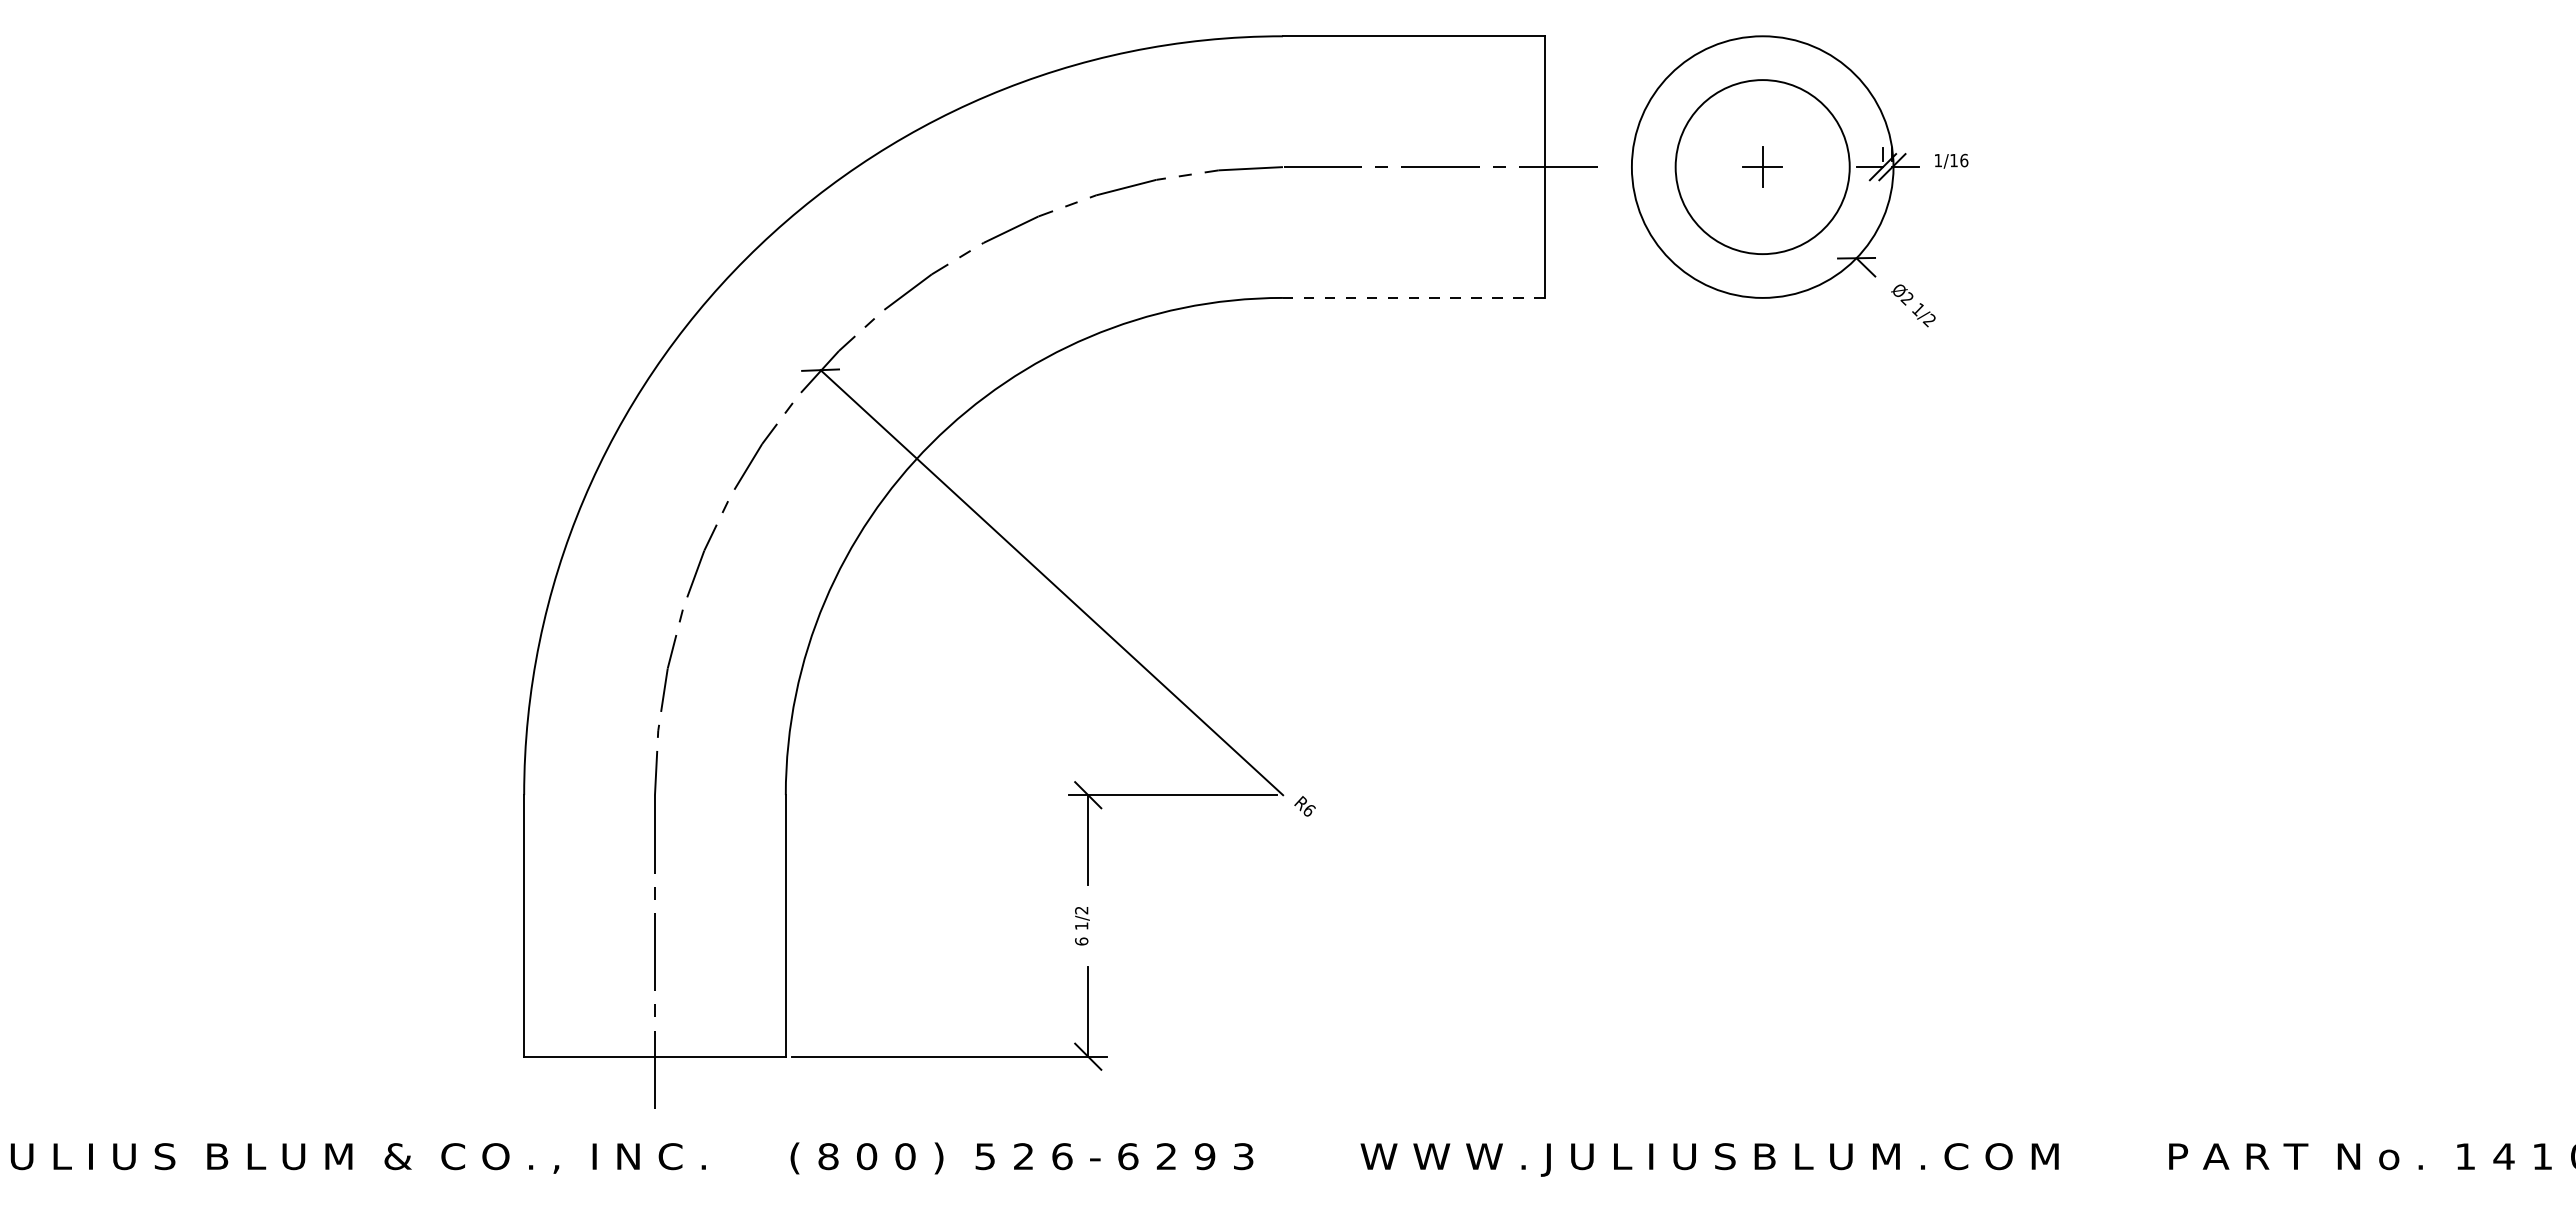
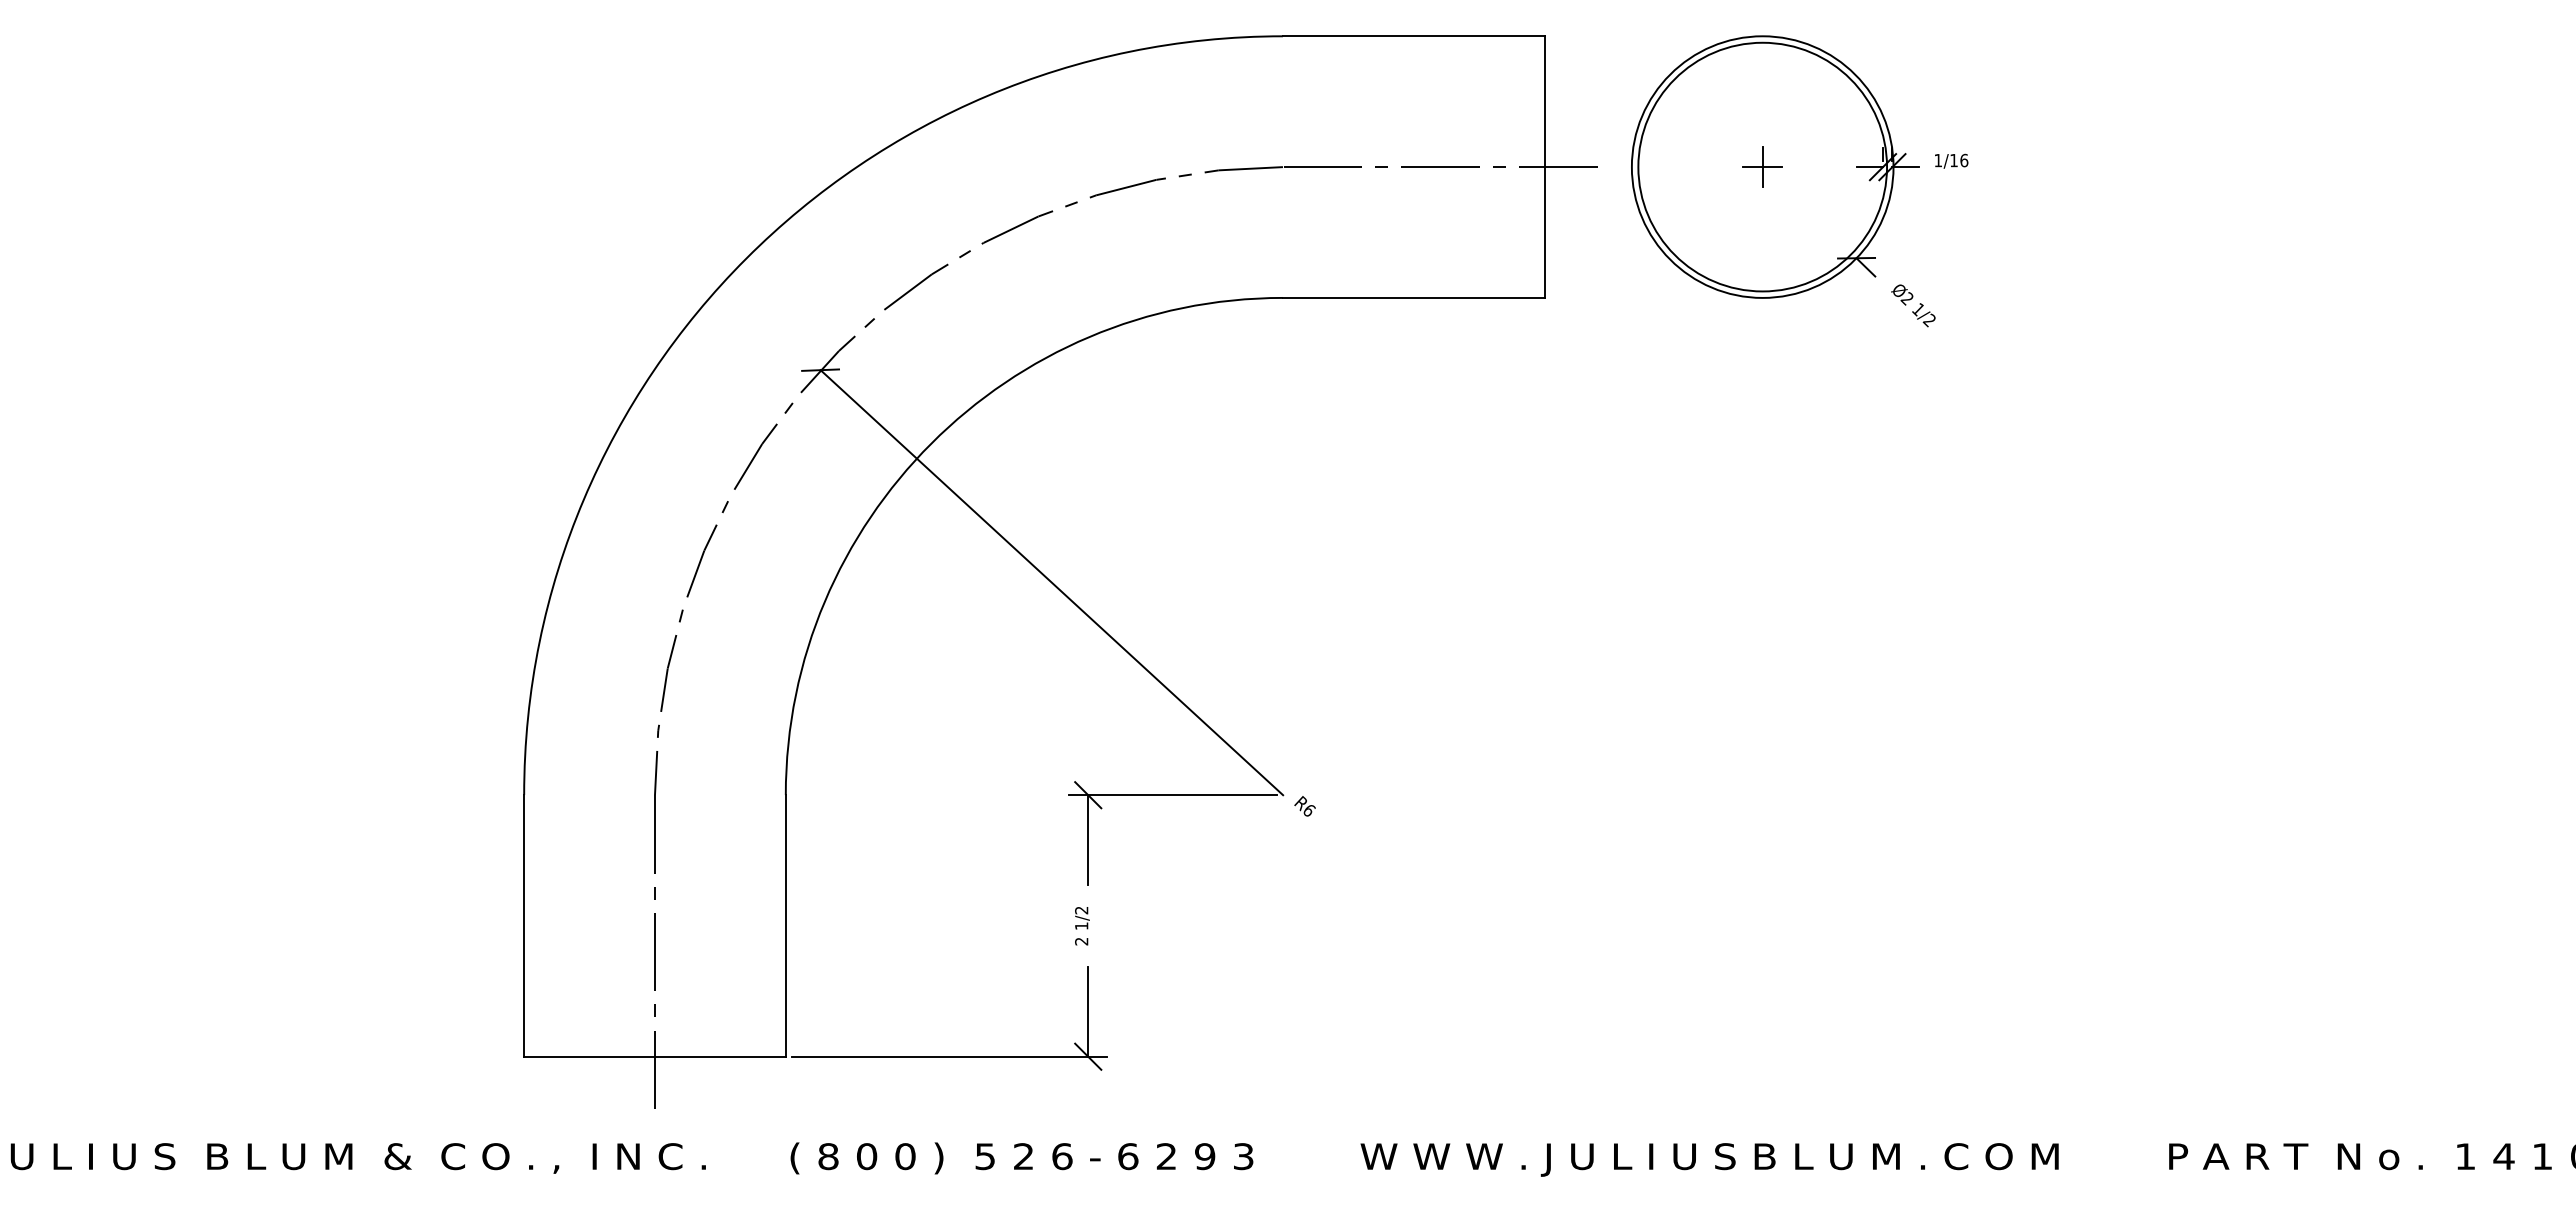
circle at (1762, 167) diameter: 174 px -> 249 px
line at (1413, 297): dashed -> solid
text at (1081, 941): 6 -> 2
